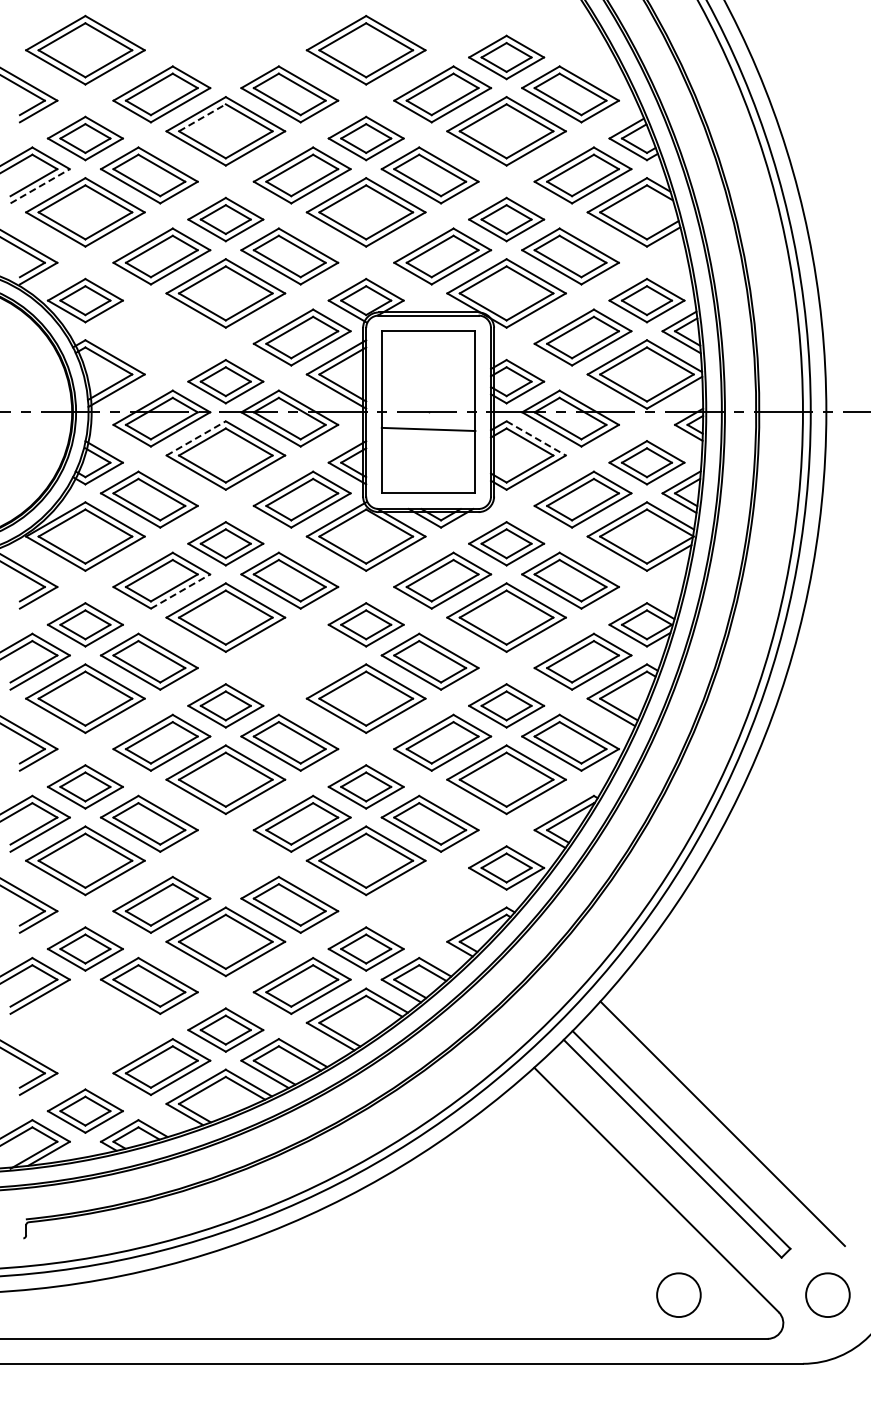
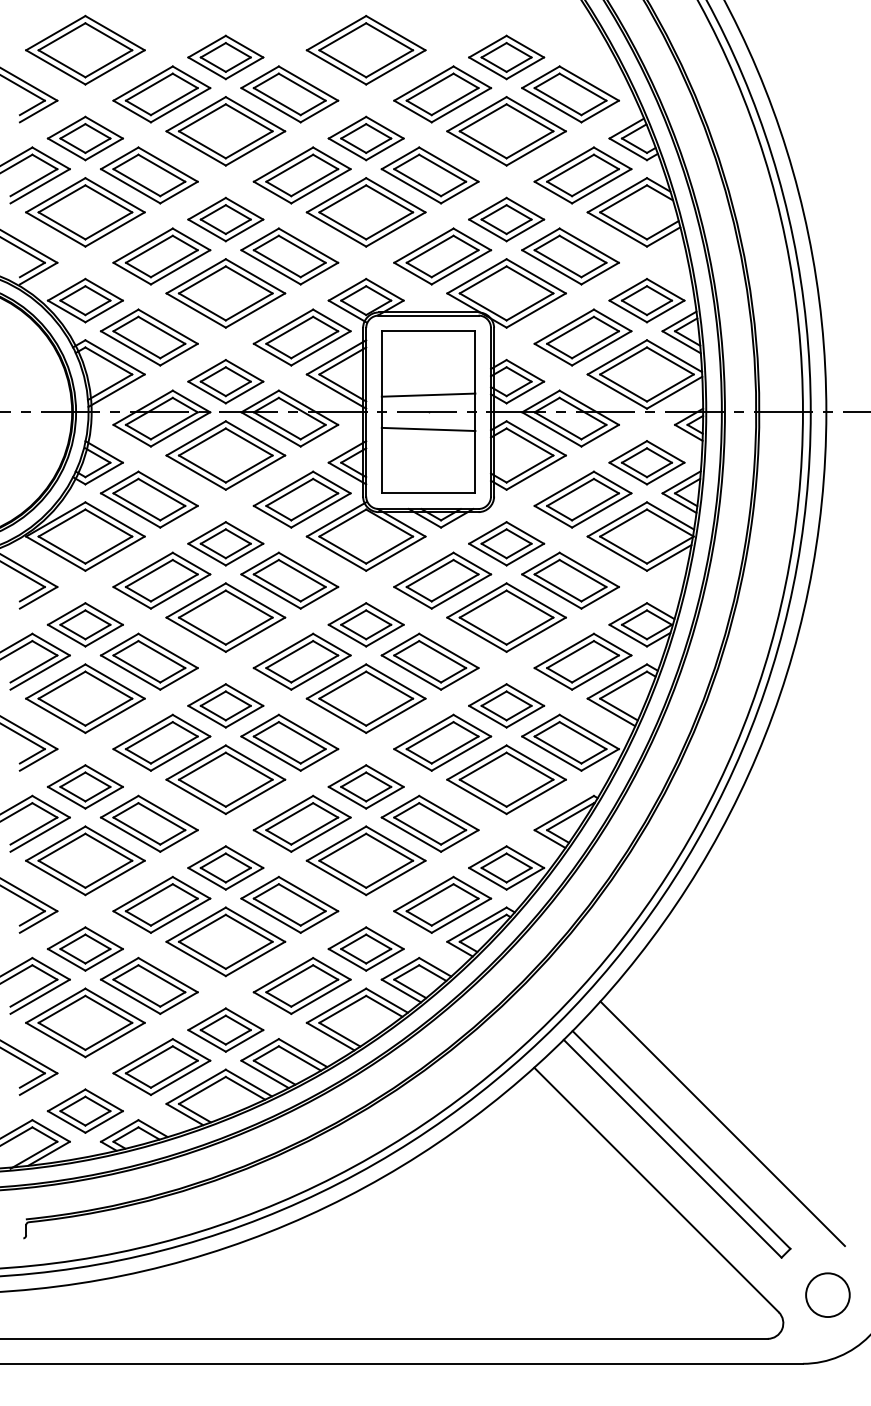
part at (225, 57): none -> present
line at (202, 117): dashed -> solid
line at (40, 186): dashed -> solid
part at (148, 337): none -> present
line at (428, 394): none -> present
line at (196, 438): dashed -> solid
line at (536, 438): dashed -> solid
line at (181, 591): dashed -> solid
part at (301, 661): none -> present
part at (225, 867): none -> present
part at (442, 904): none -> present
part at (85, 1022): none -> present
circle at (678, 1294): present -> none
